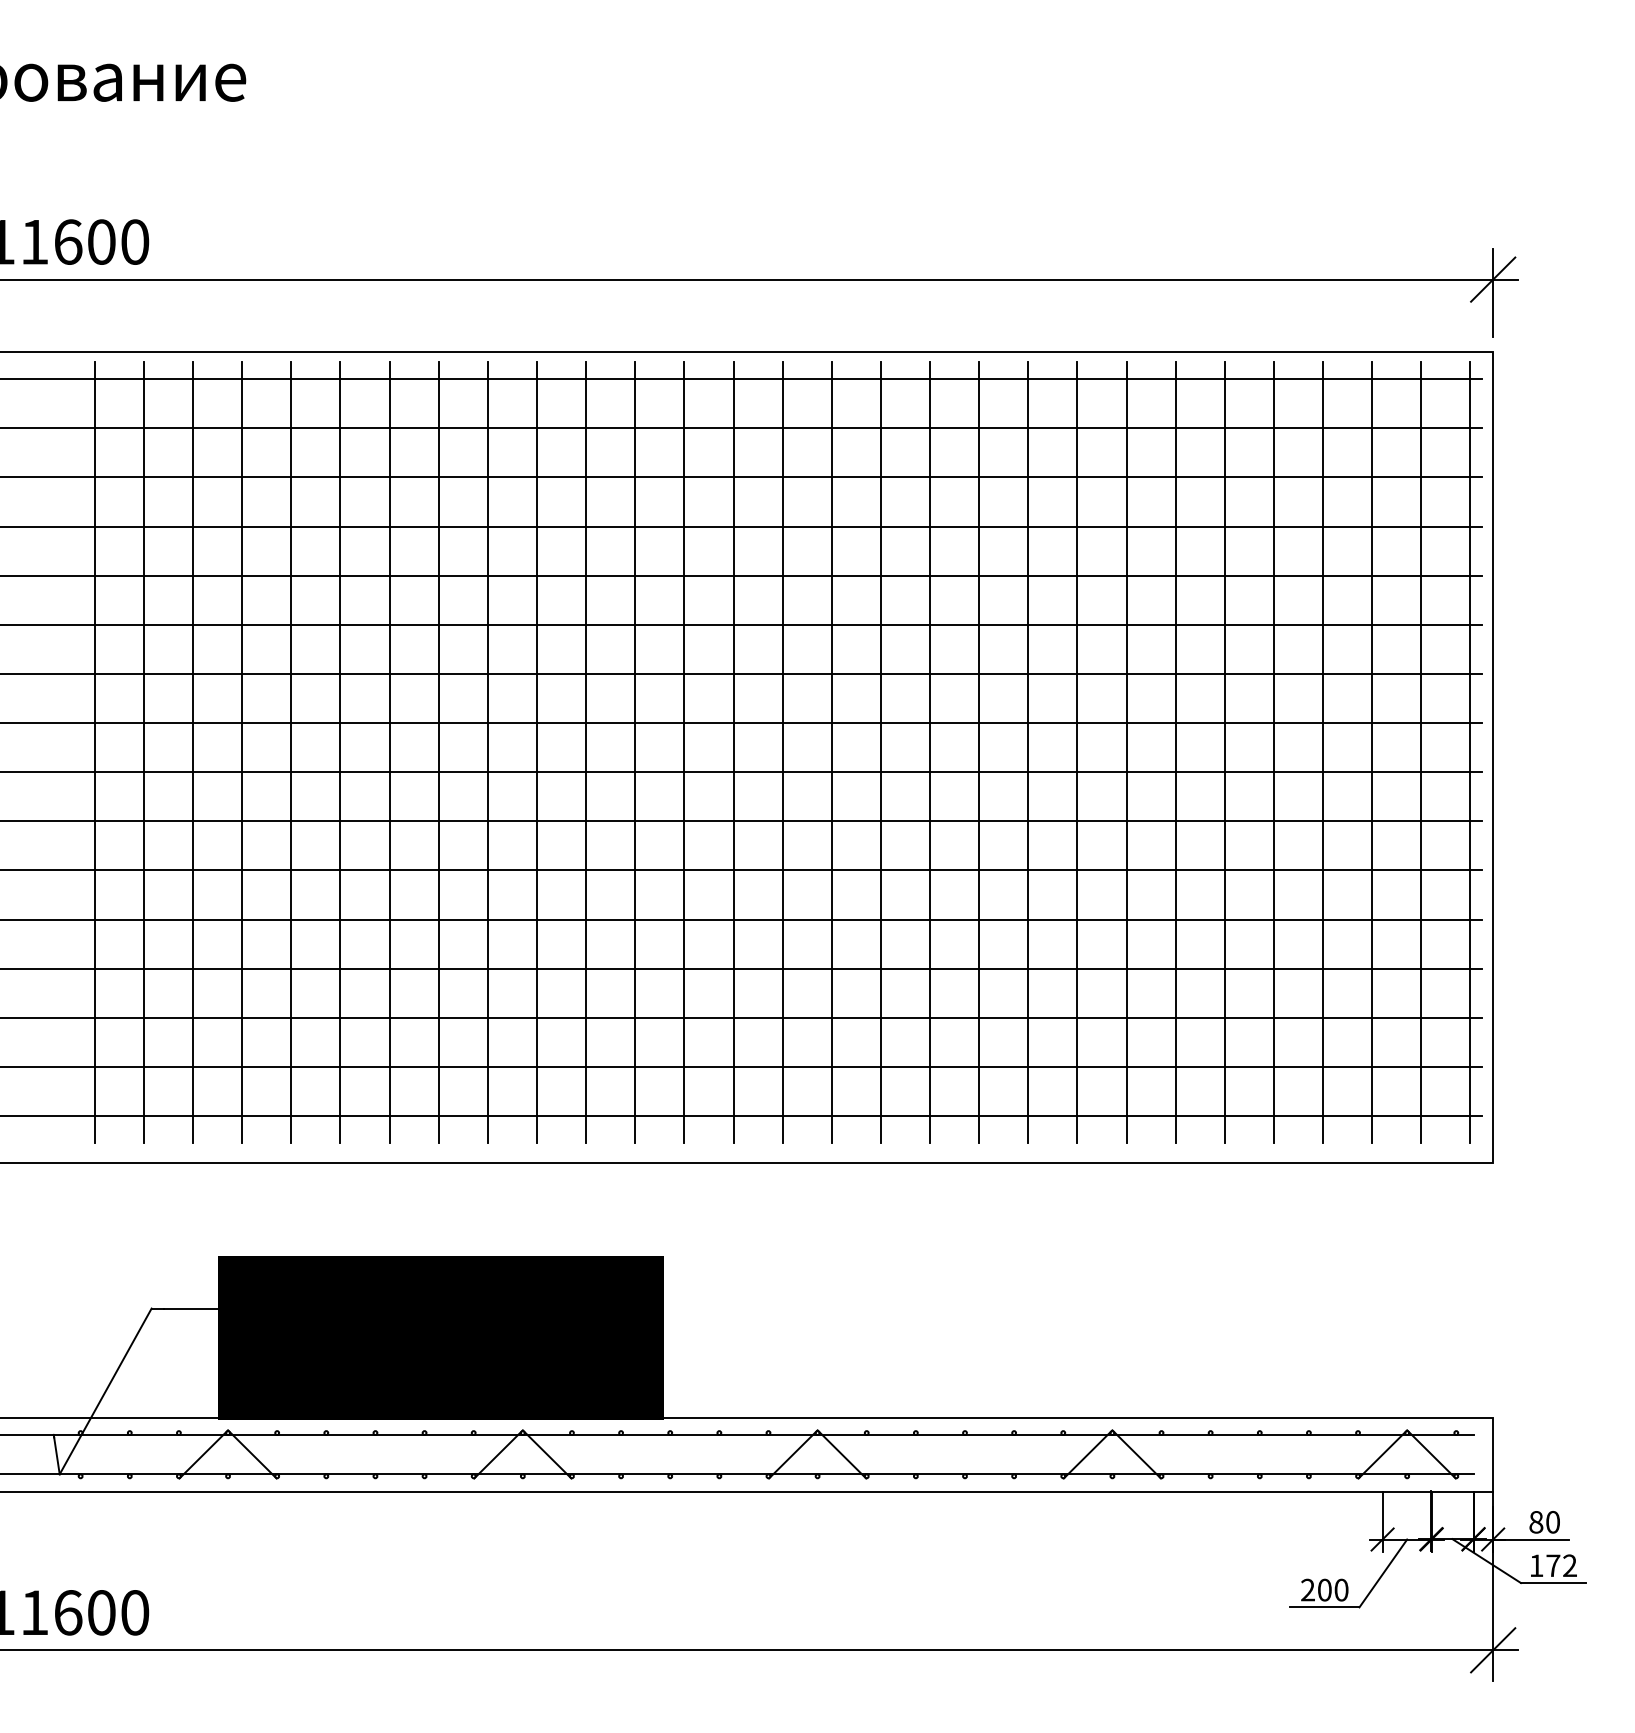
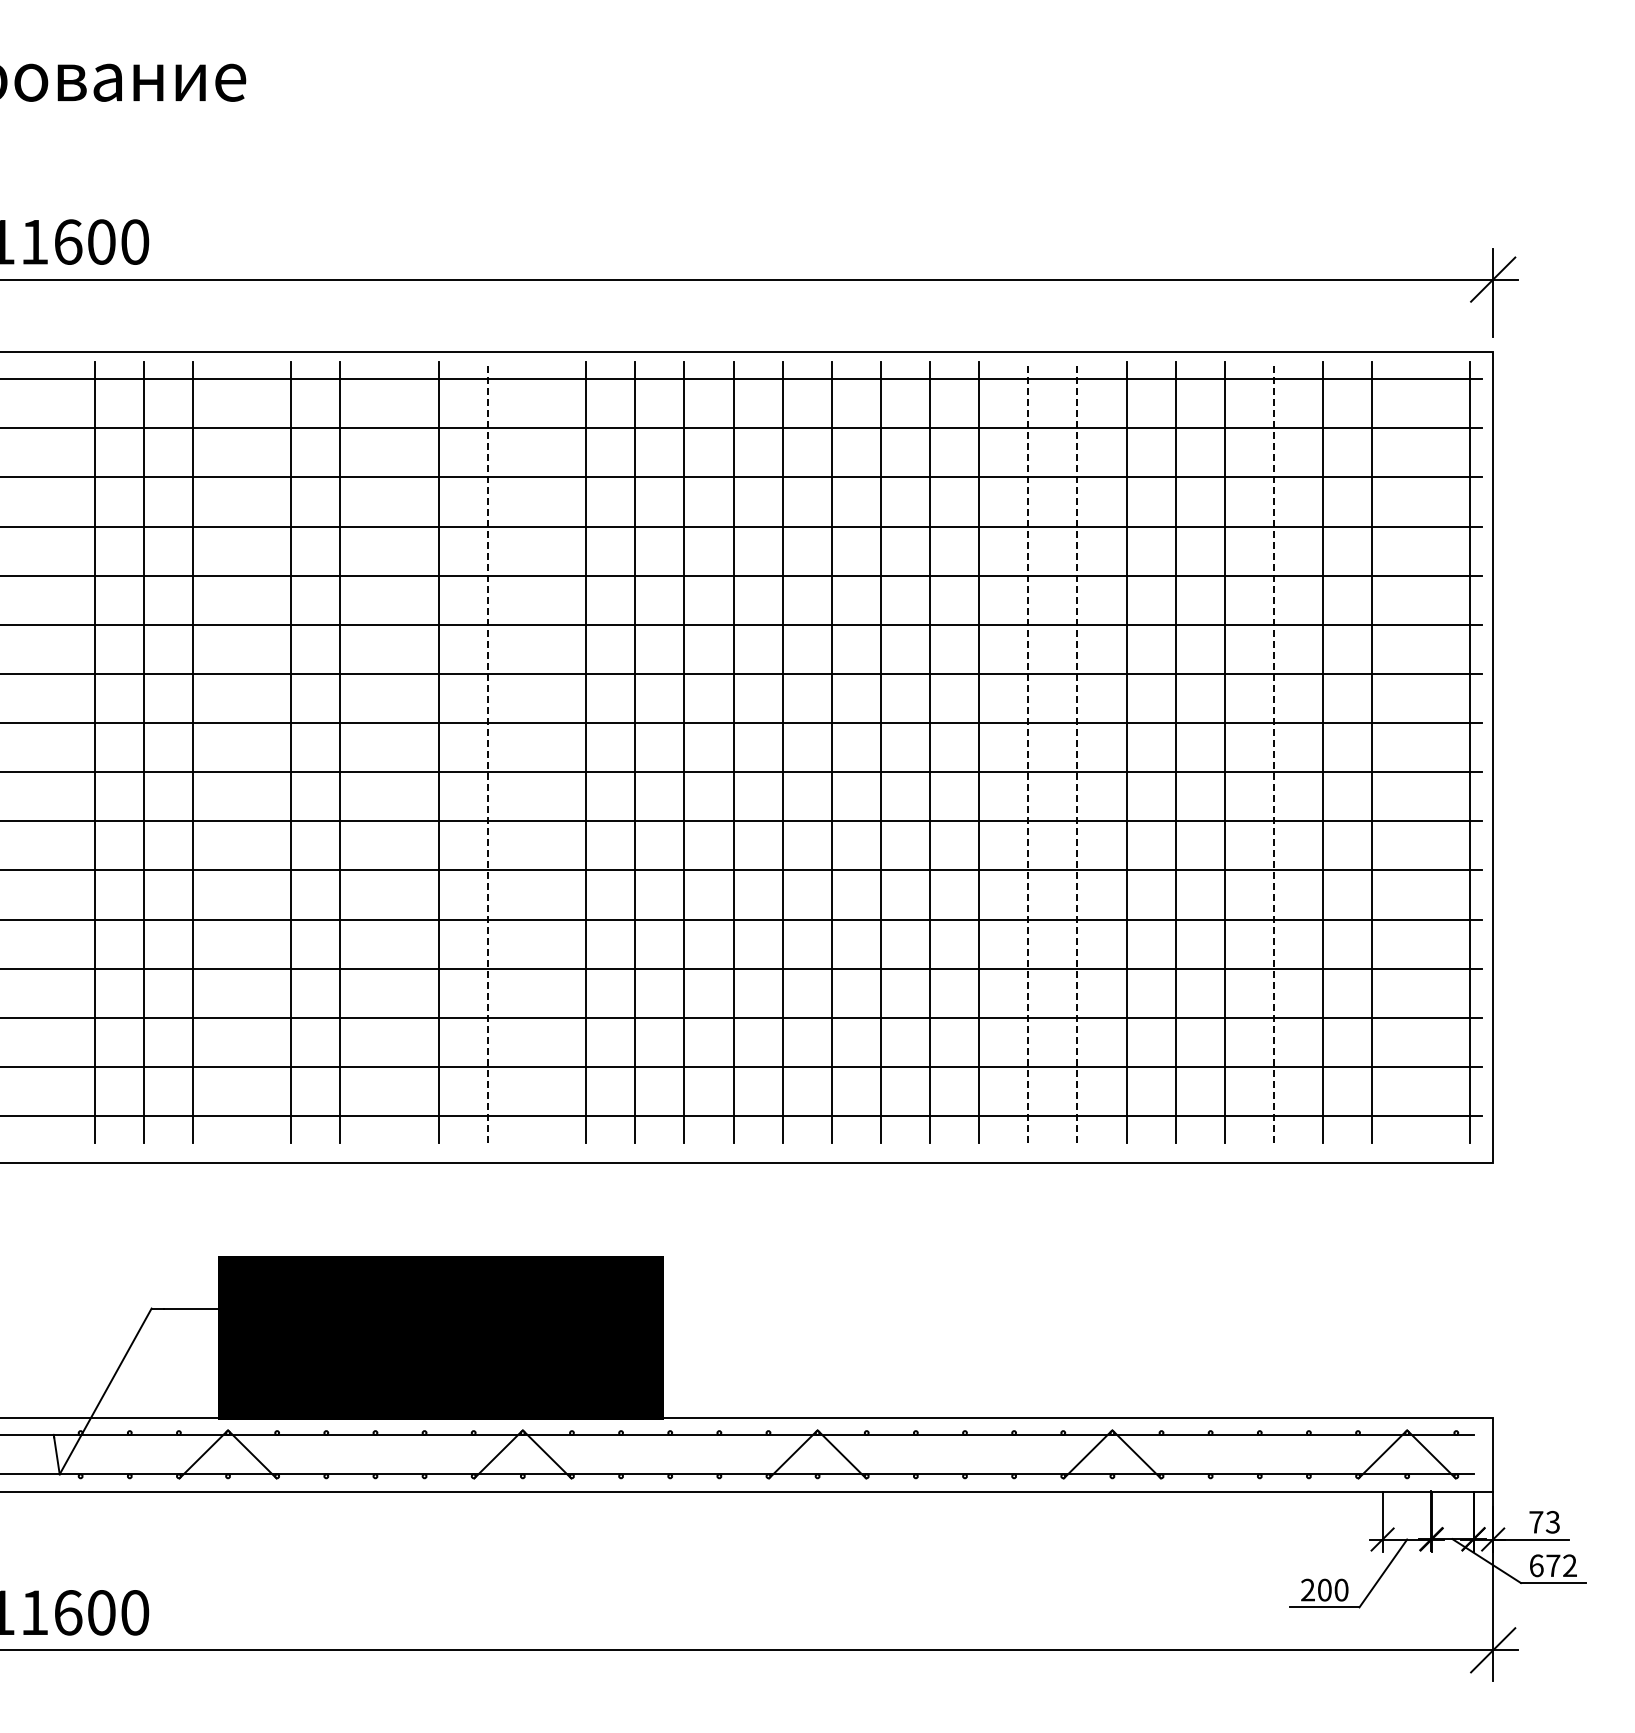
line at (242, 752): present -> none
line at (389, 752): present -> none
line at (487, 752): solid -> dashed
line at (536, 752): present -> none
line at (1028, 752): solid -> dashed
line at (1077, 752): solid -> dashed
line at (1273, 752): solid -> dashed
line at (1421, 752): present -> none
text at (1544, 1522): 80 -> 73
text at (1536, 1565): 172 -> 672
